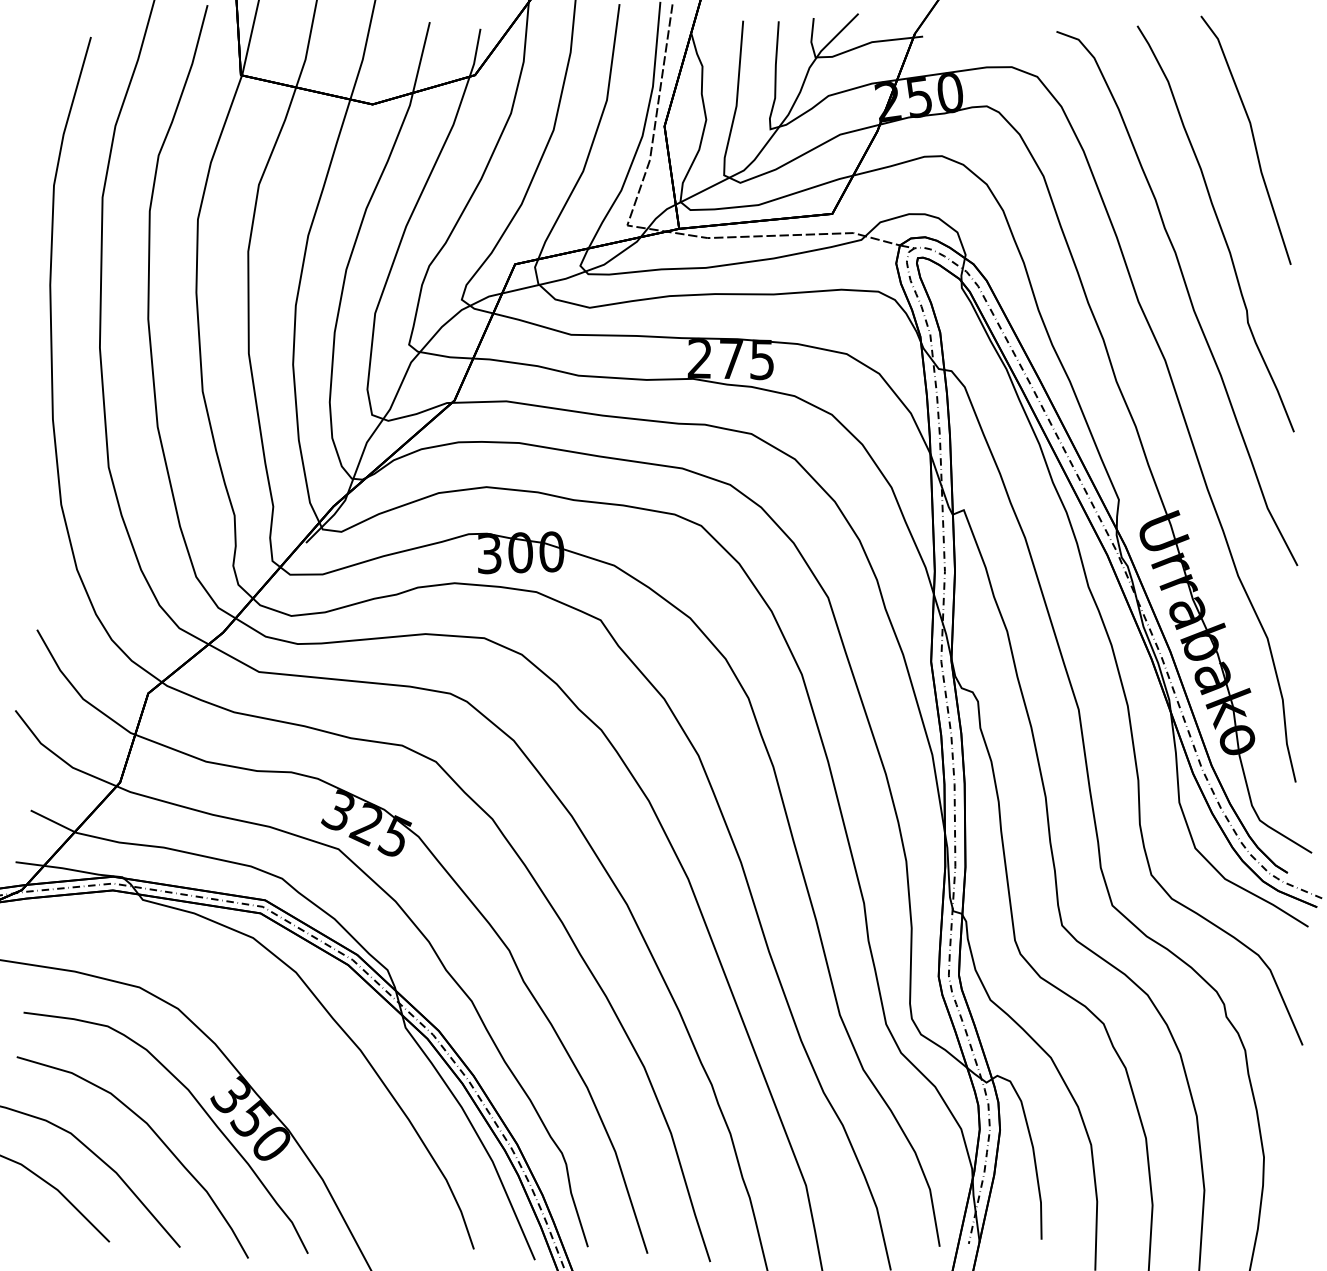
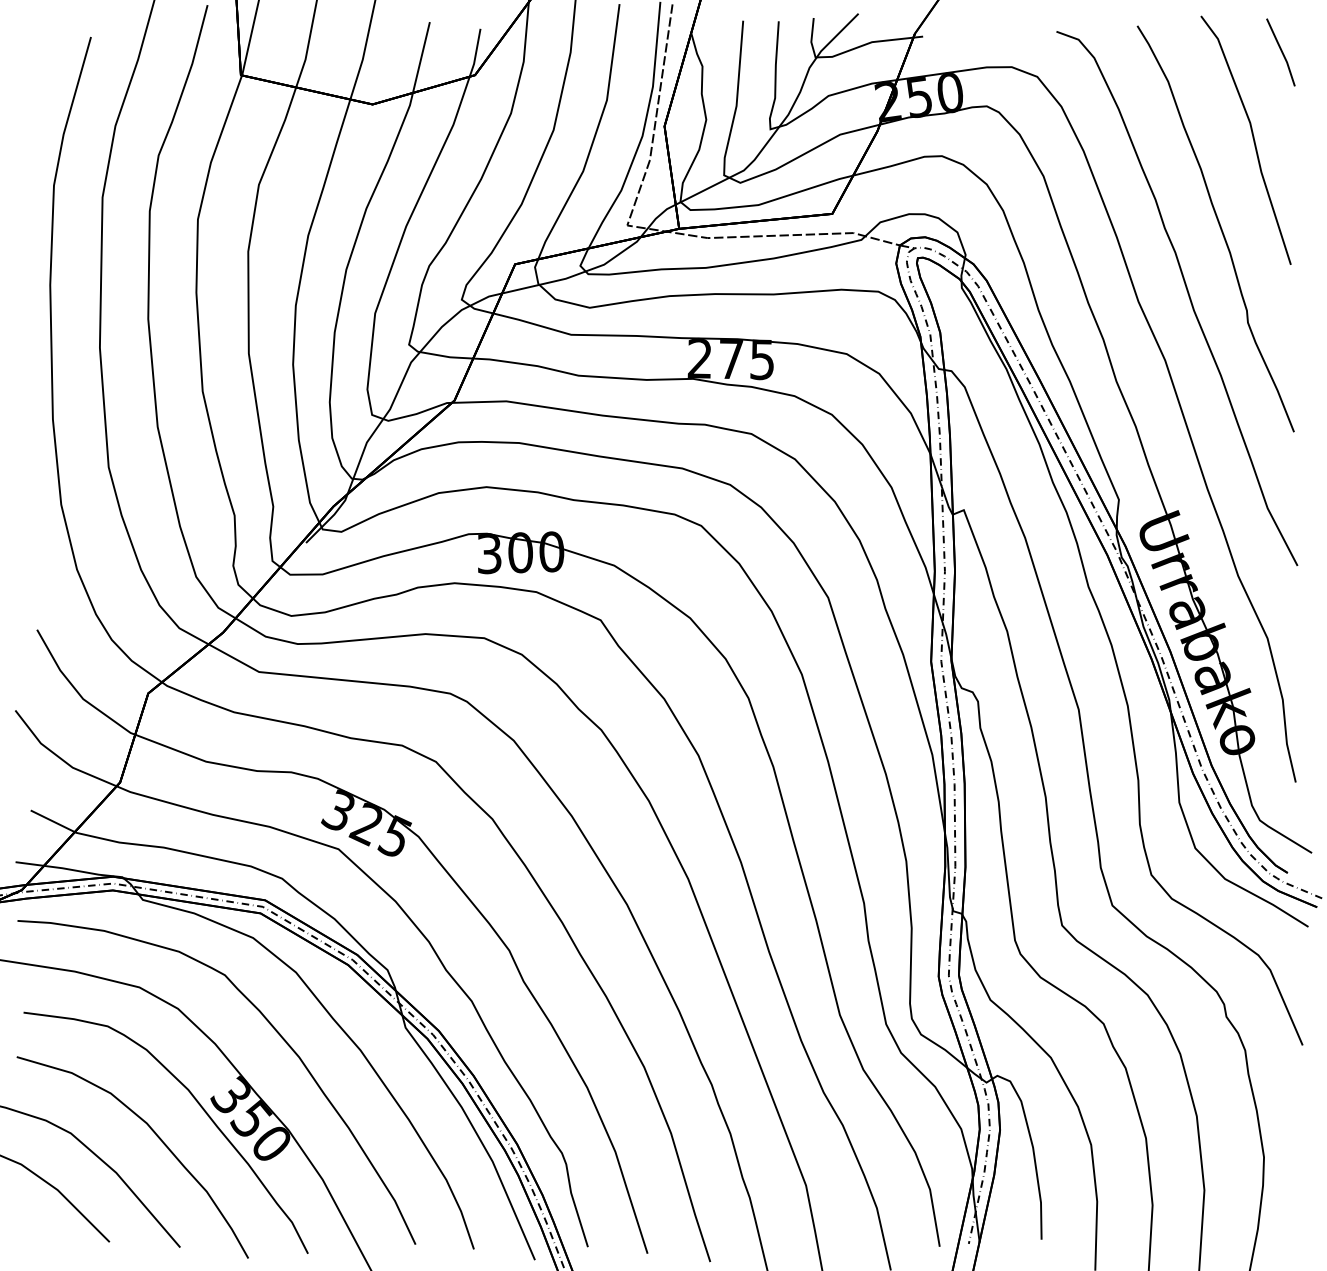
line at (1280, 51): none -> present
curve at (275, 1031): none -> present
